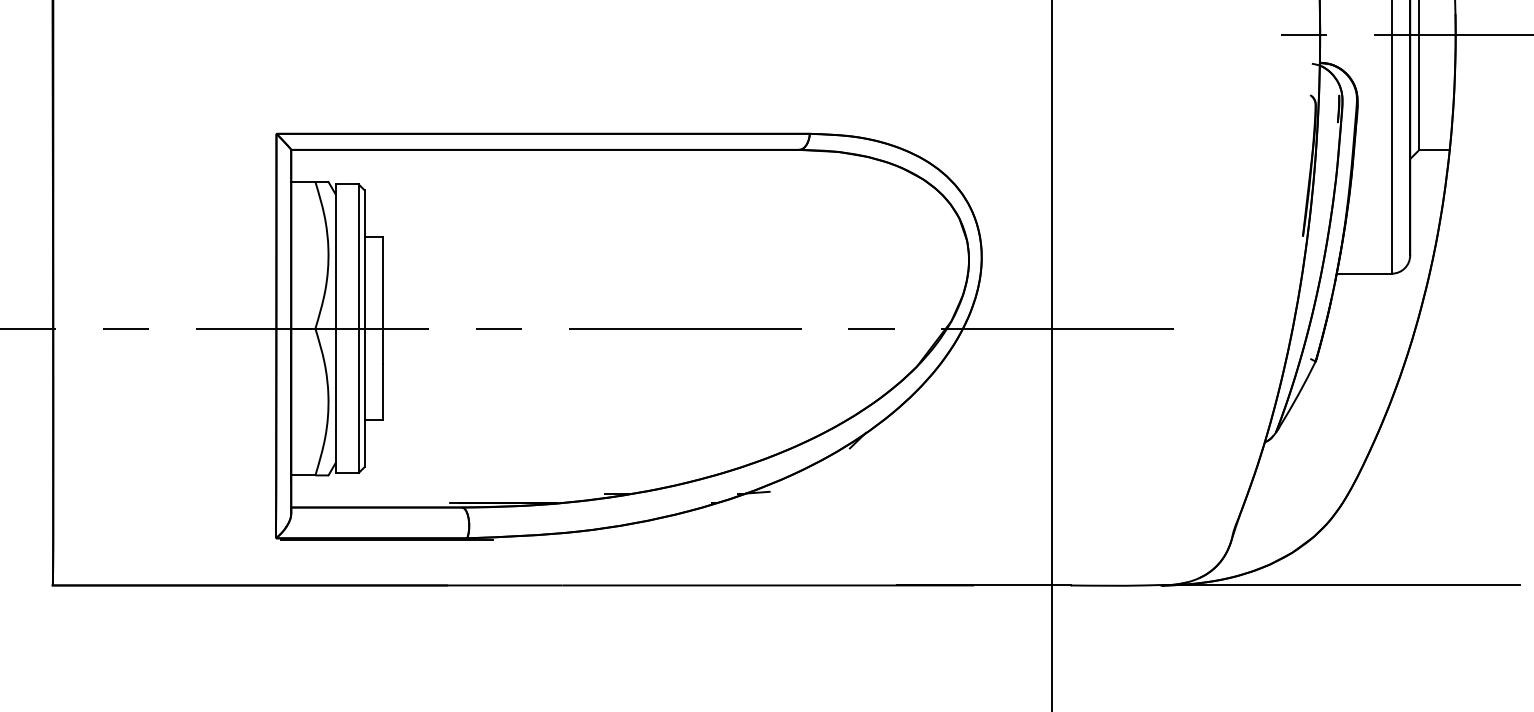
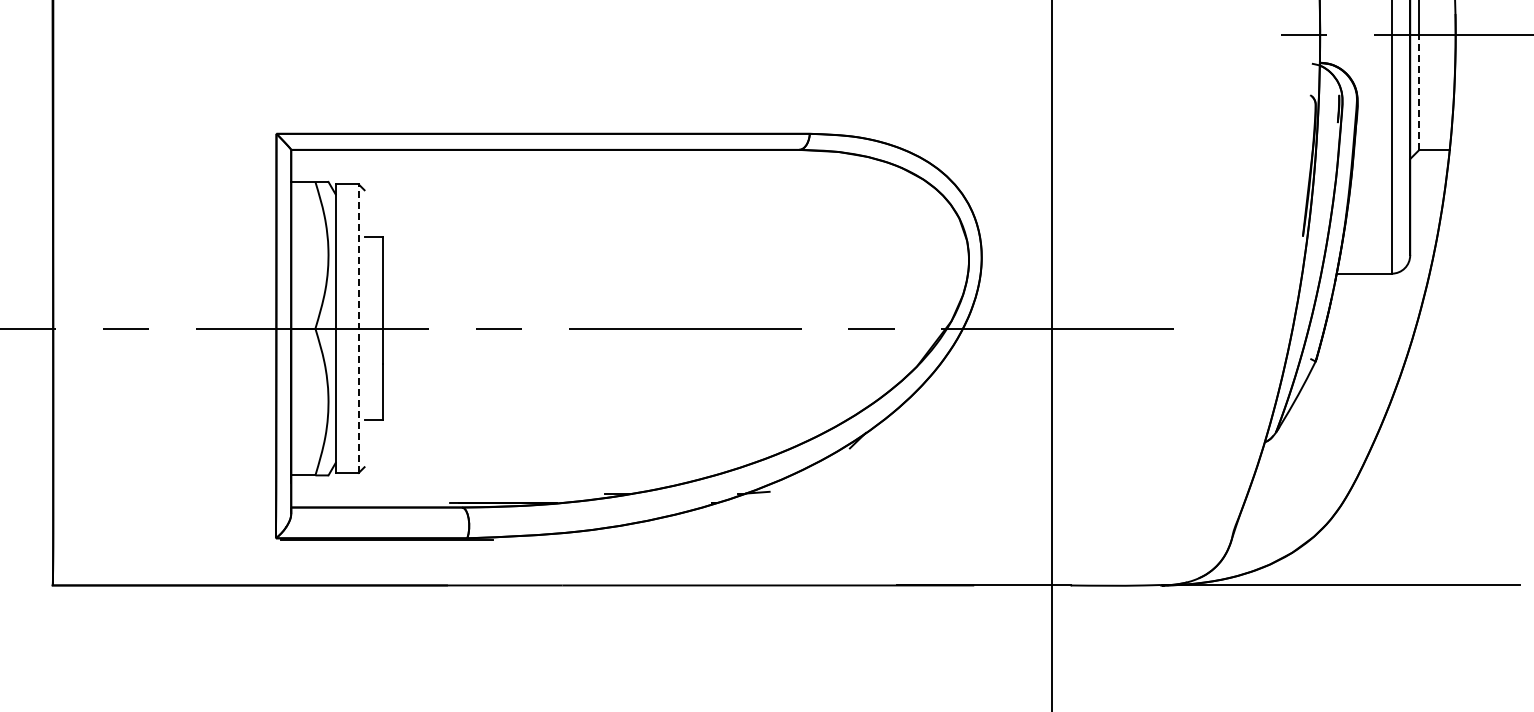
line at (1419, 92): solid -> dashed
line at (358, 328): solid -> dashed
line at (364, 328): present -> none
